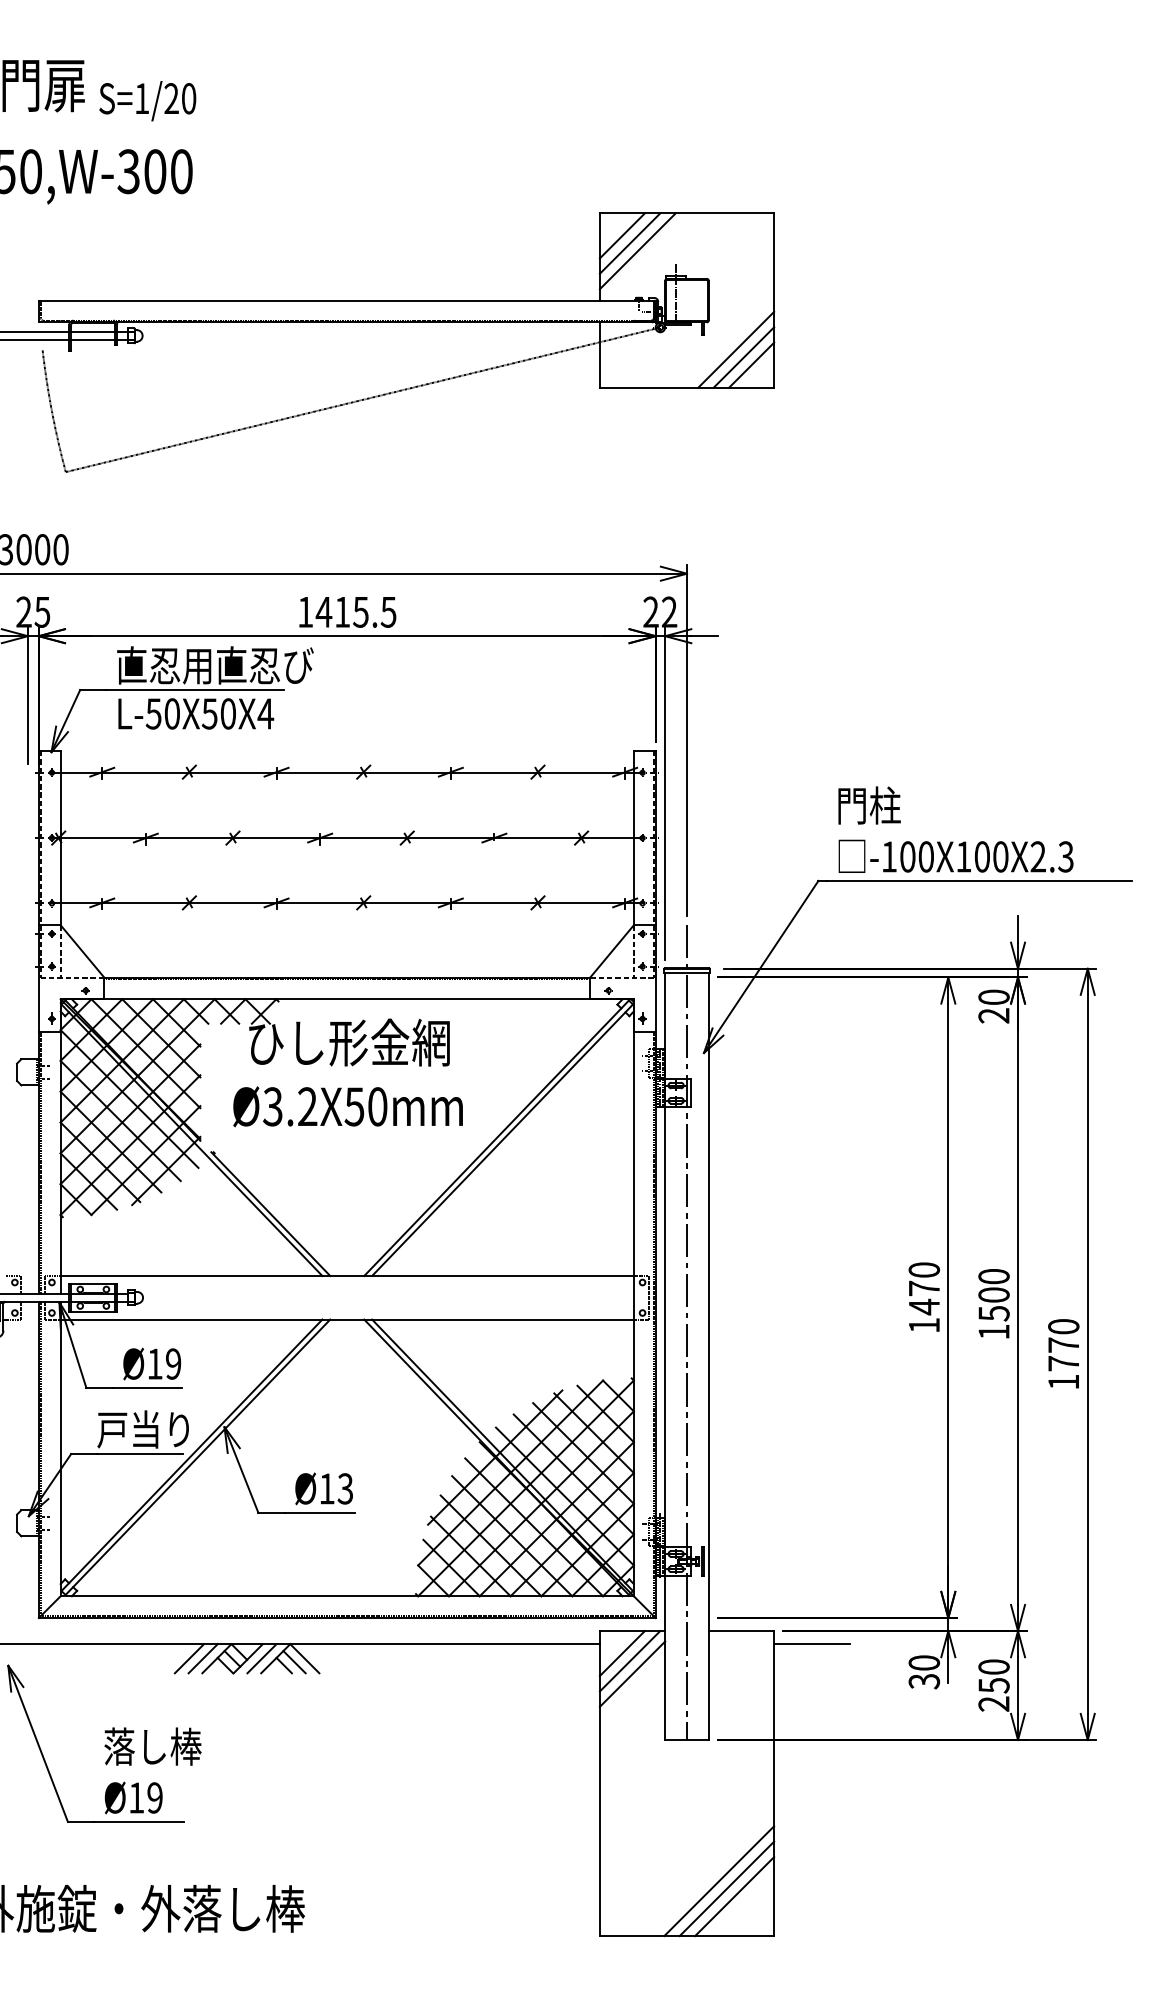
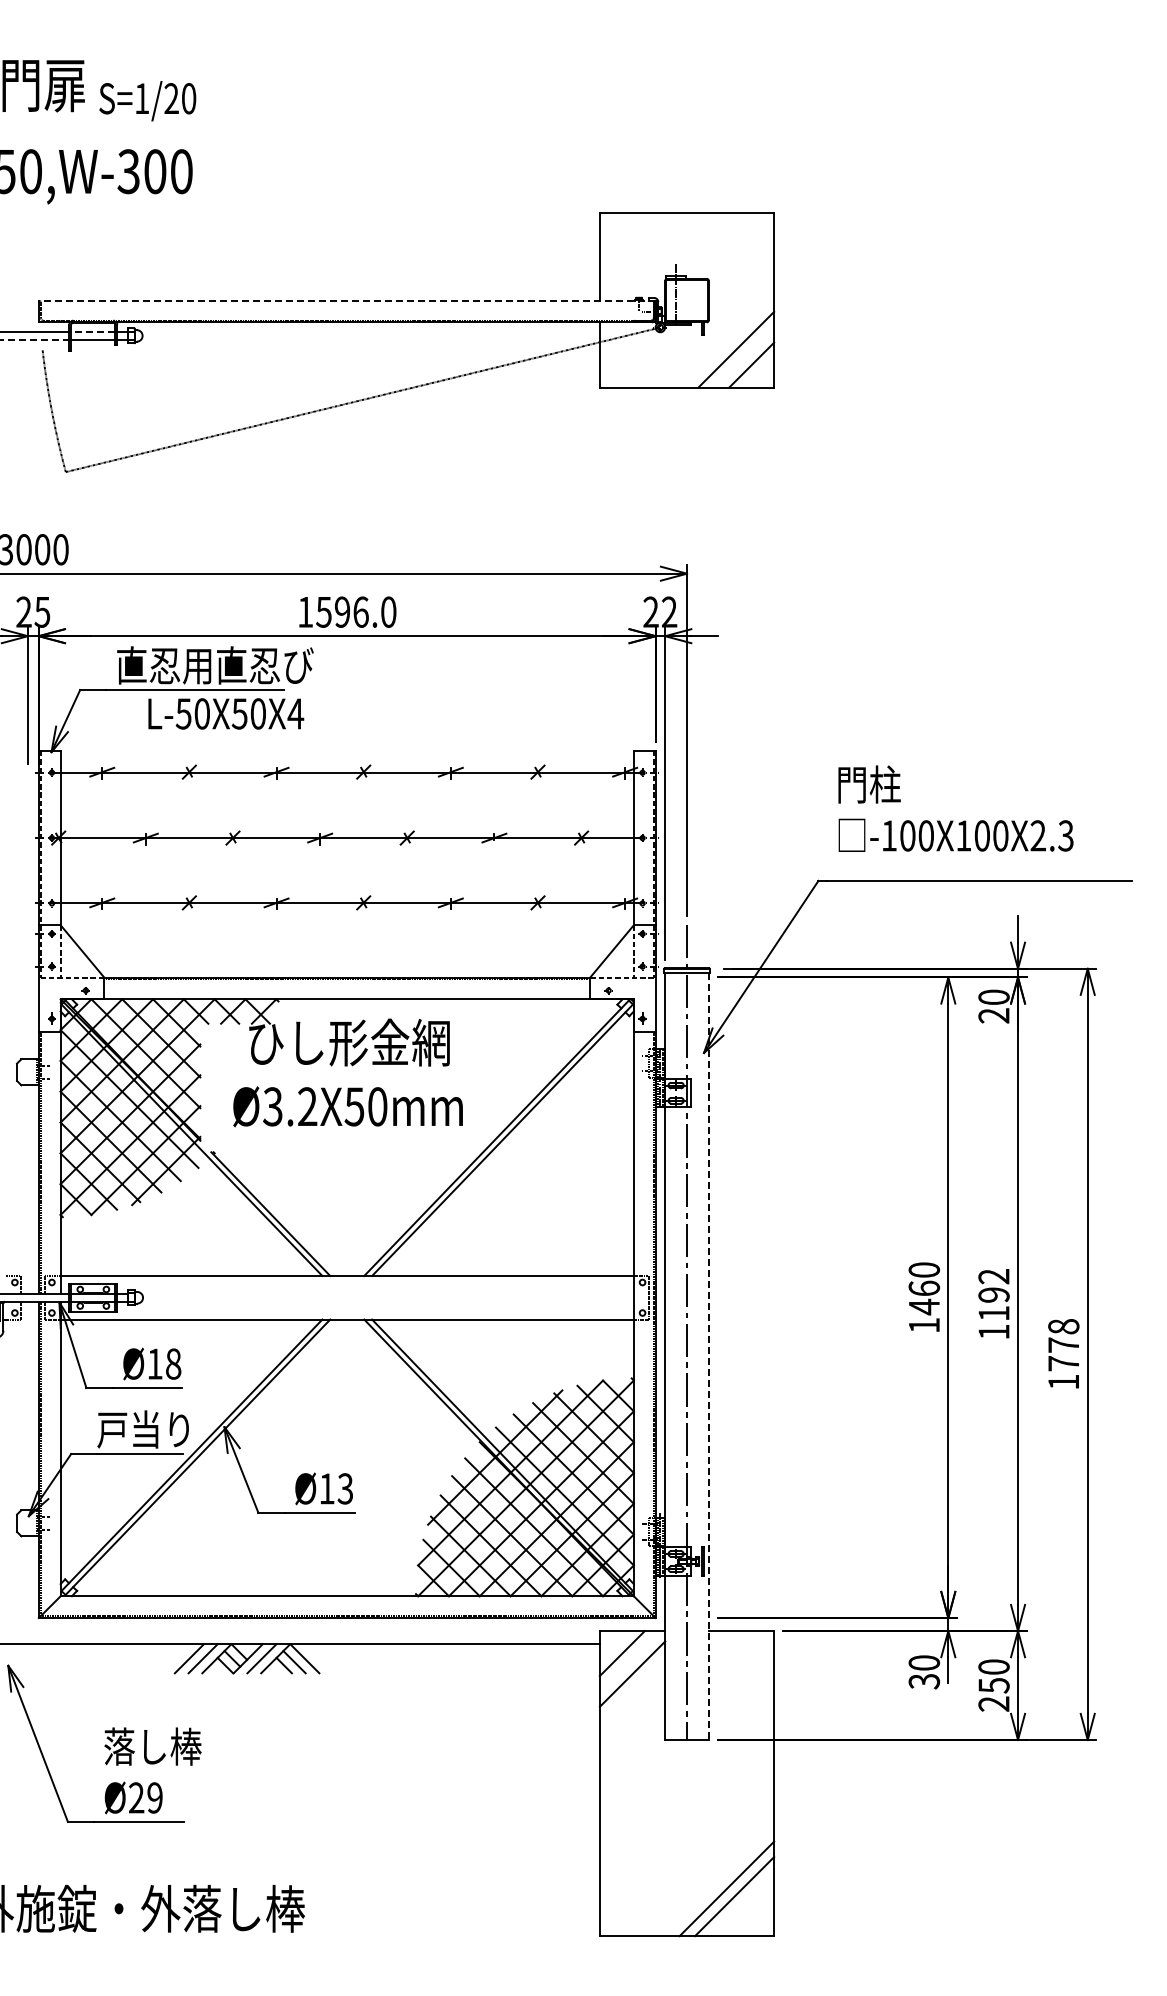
line at (621, 235): present -> none
line at (629, 243): present -> none
line at (637, 251): present -> none
line at (346, 300): solid -> dashed
line at (92, 331): solid -> dashed
line at (35, 340): solid -> dashed
line at (743, 357): present -> none
text at (355, 611): 1415.5 -> 1596.0
text at (196, 713) position: (196, 713) -> (226, 713)
text at (955, 829) position: (955, 829) -> (955, 808)
text at (924, 1288): 1470 -> 1460
text at (993, 1295): 1500 -> 1192
text at (1063, 1326): 1770 -> 1778
line at (708, 1357): solid -> dashed
text at (173, 1363): Ø19 -> Ø18
line at (812, 1644): present -> none
line at (629, 1661): present -> none
text at (136, 1797): Ø19 -> Ø29
line at (719, 1881): present -> none
